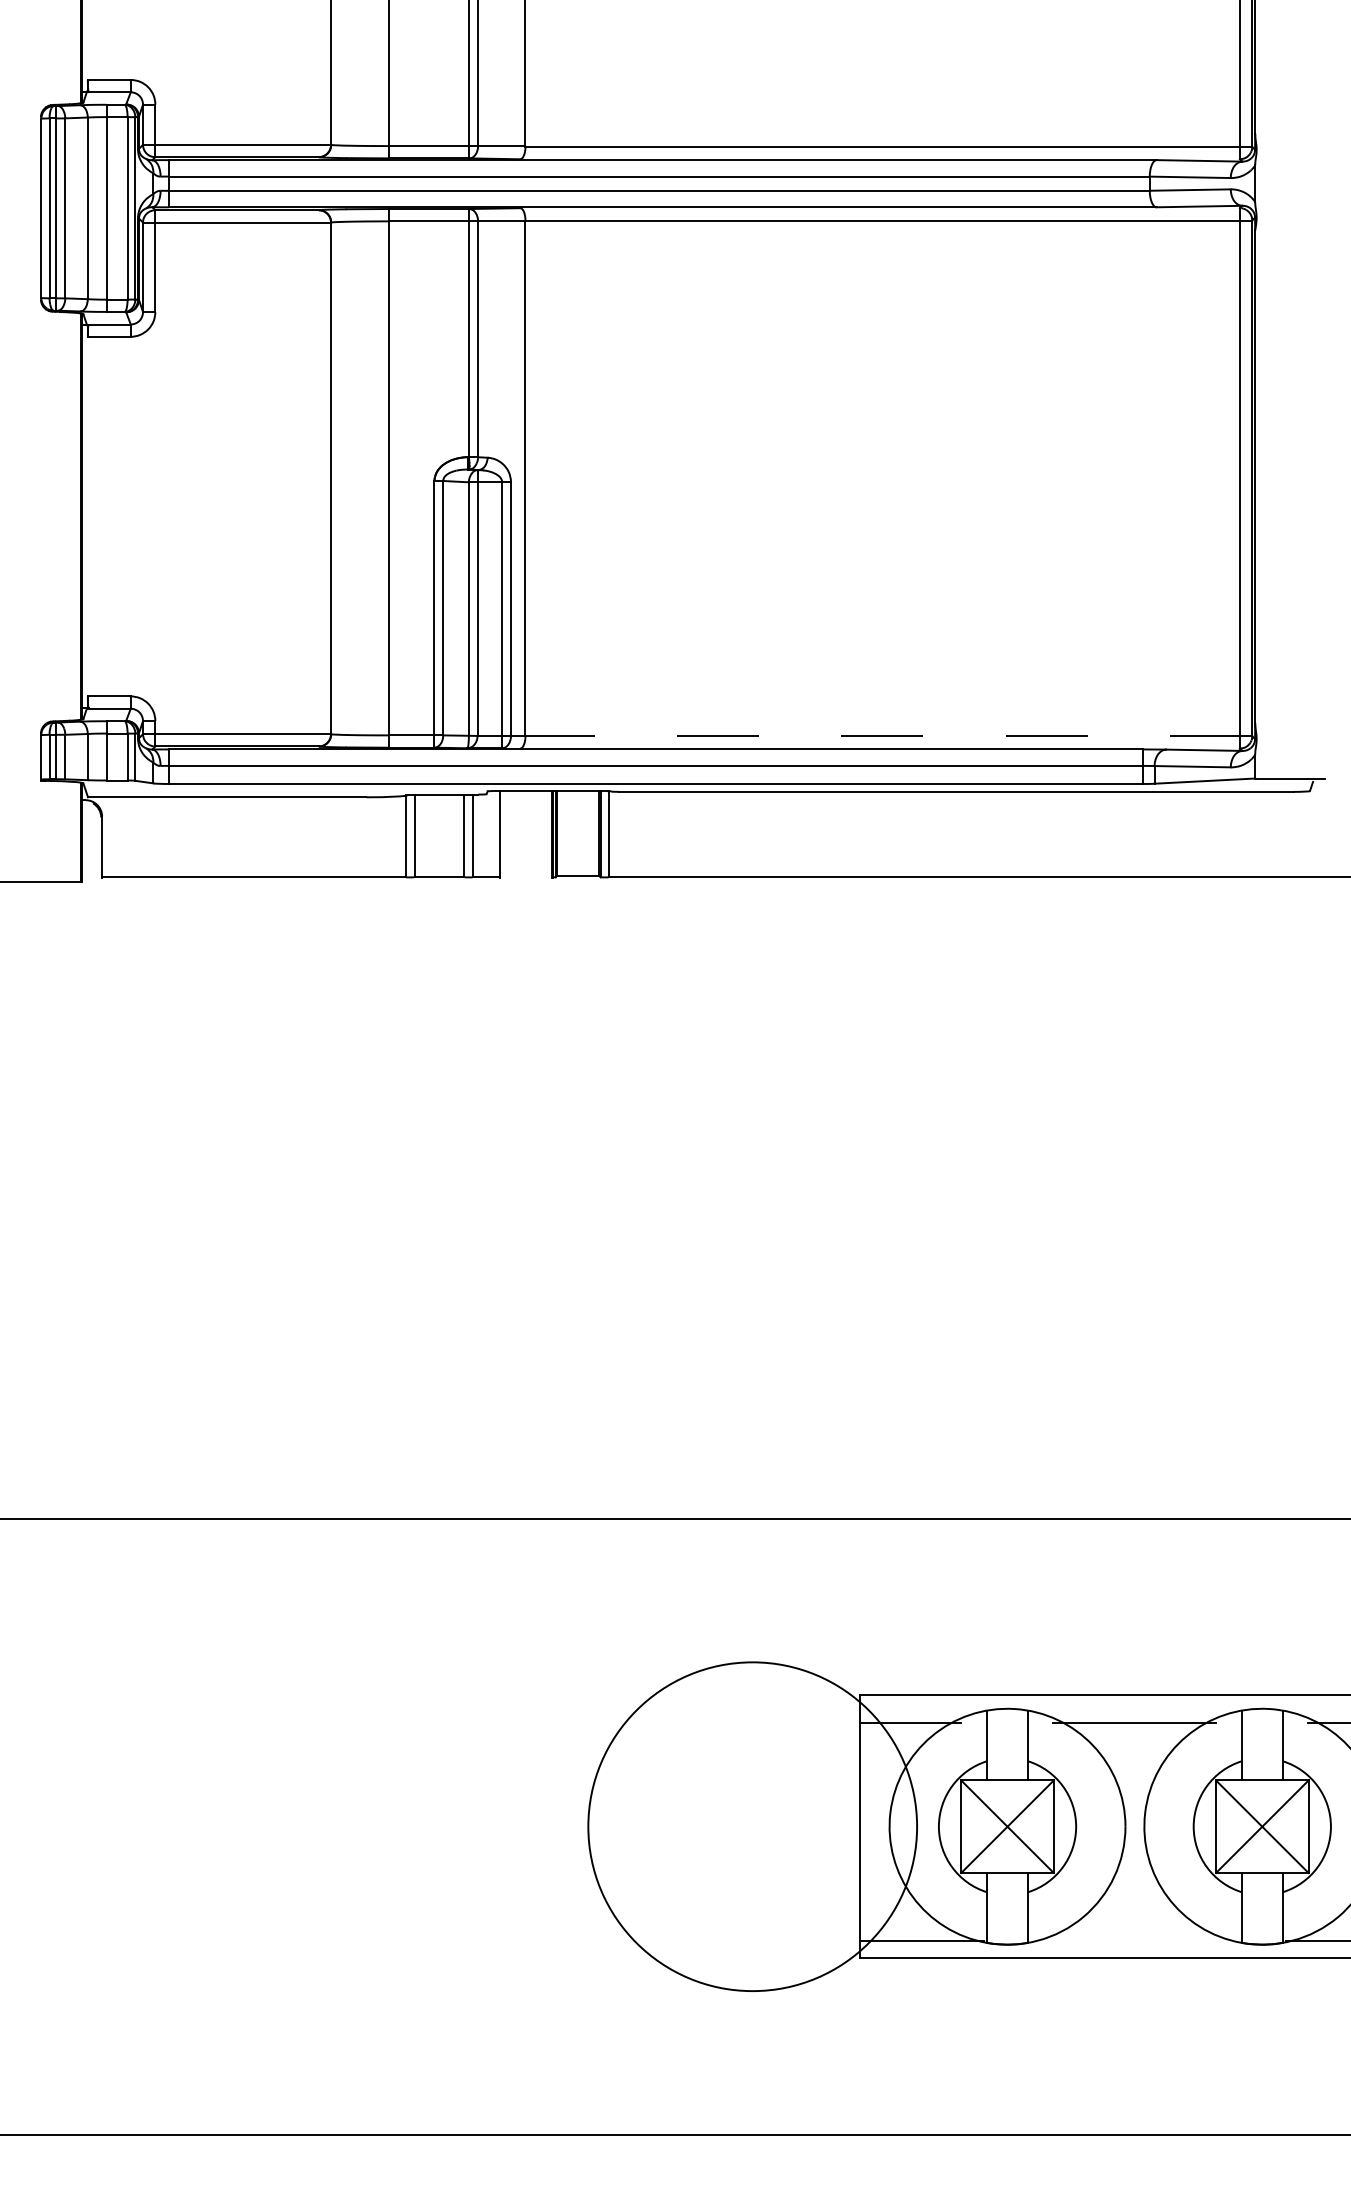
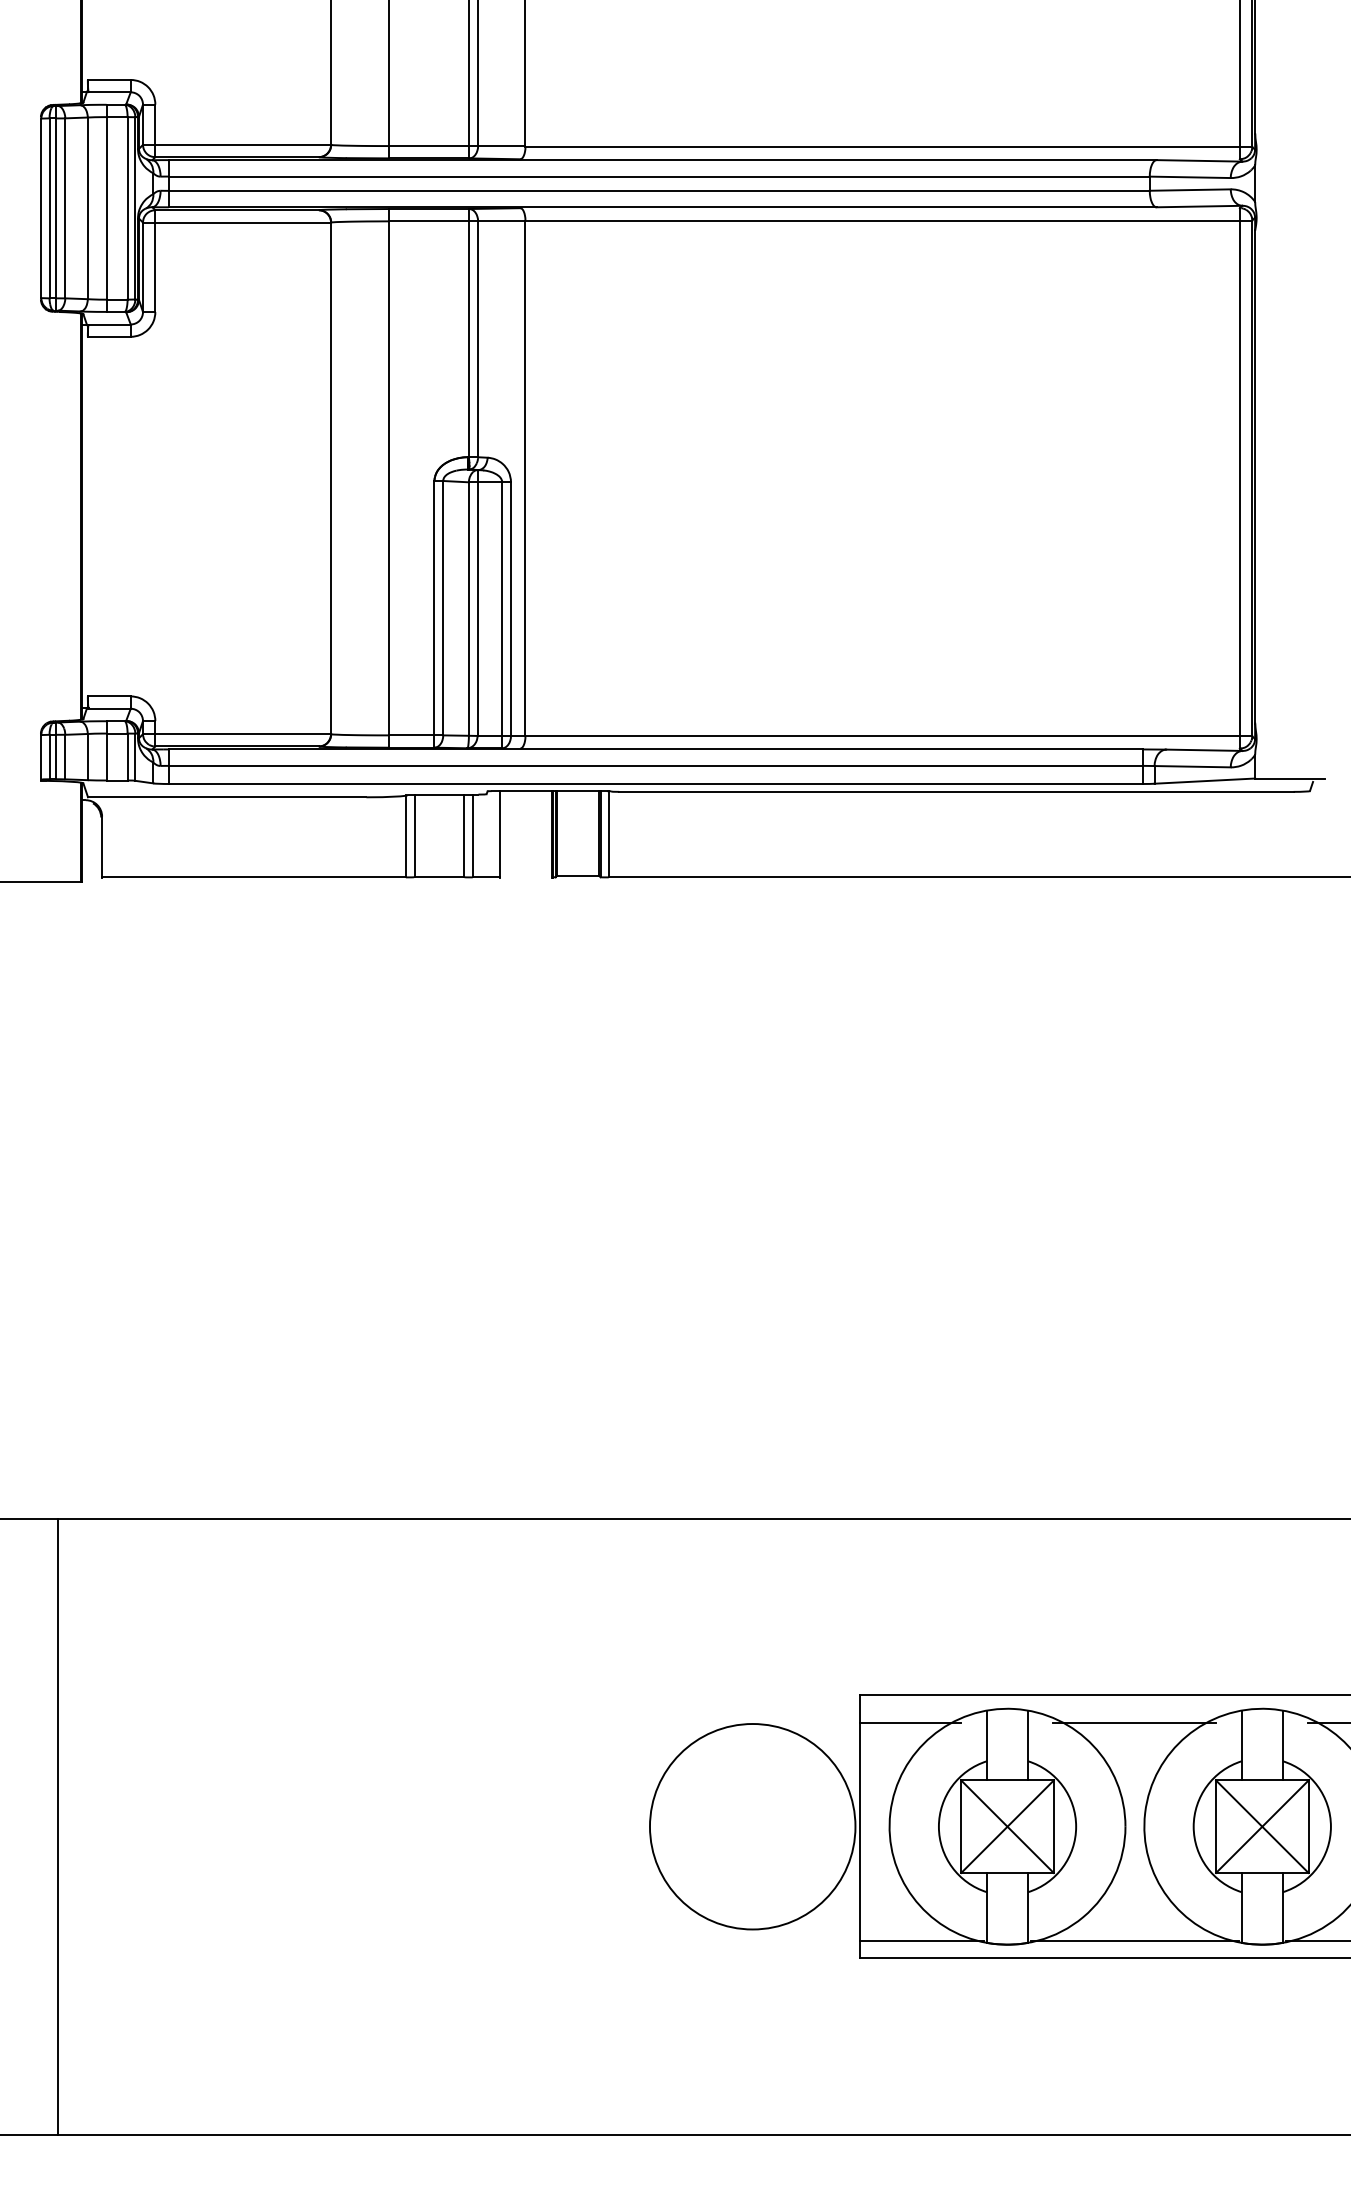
line at (888, 736): dashed -> solid
line at (58, 1826): none -> present
circle at (752, 1826) diameter: 329 px -> 205 px
line at (1134, 1941): none -> present
